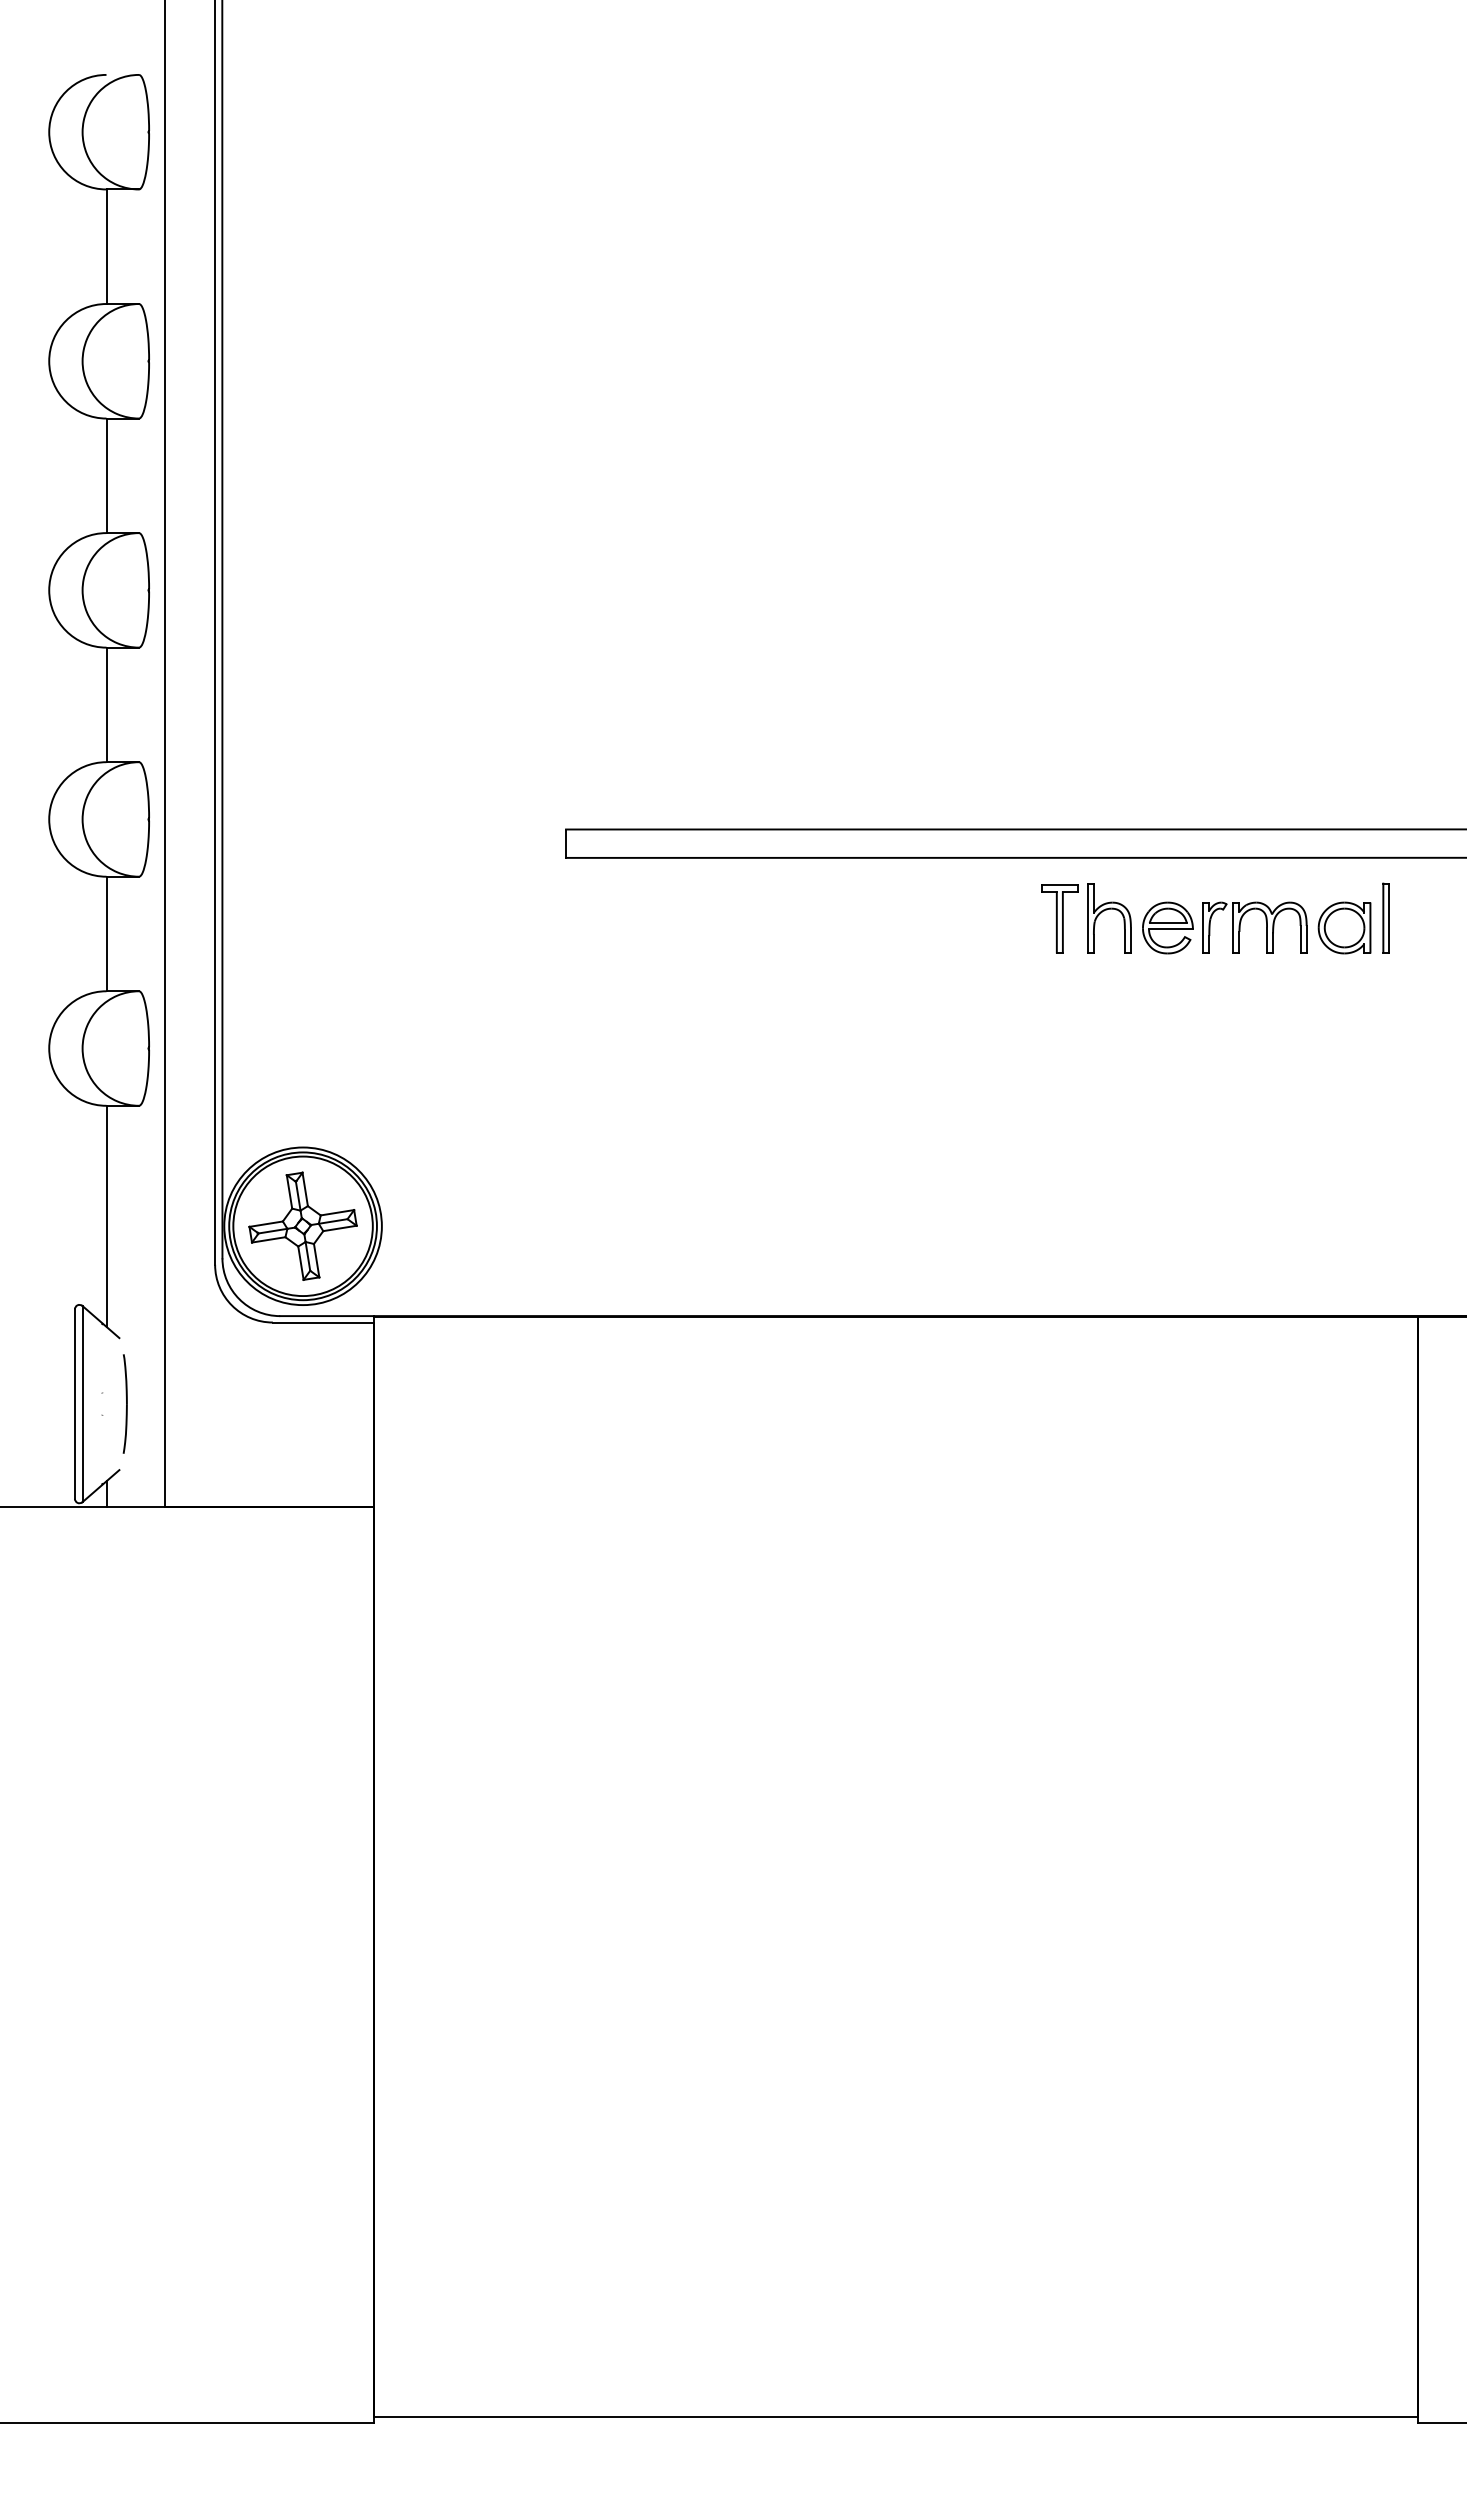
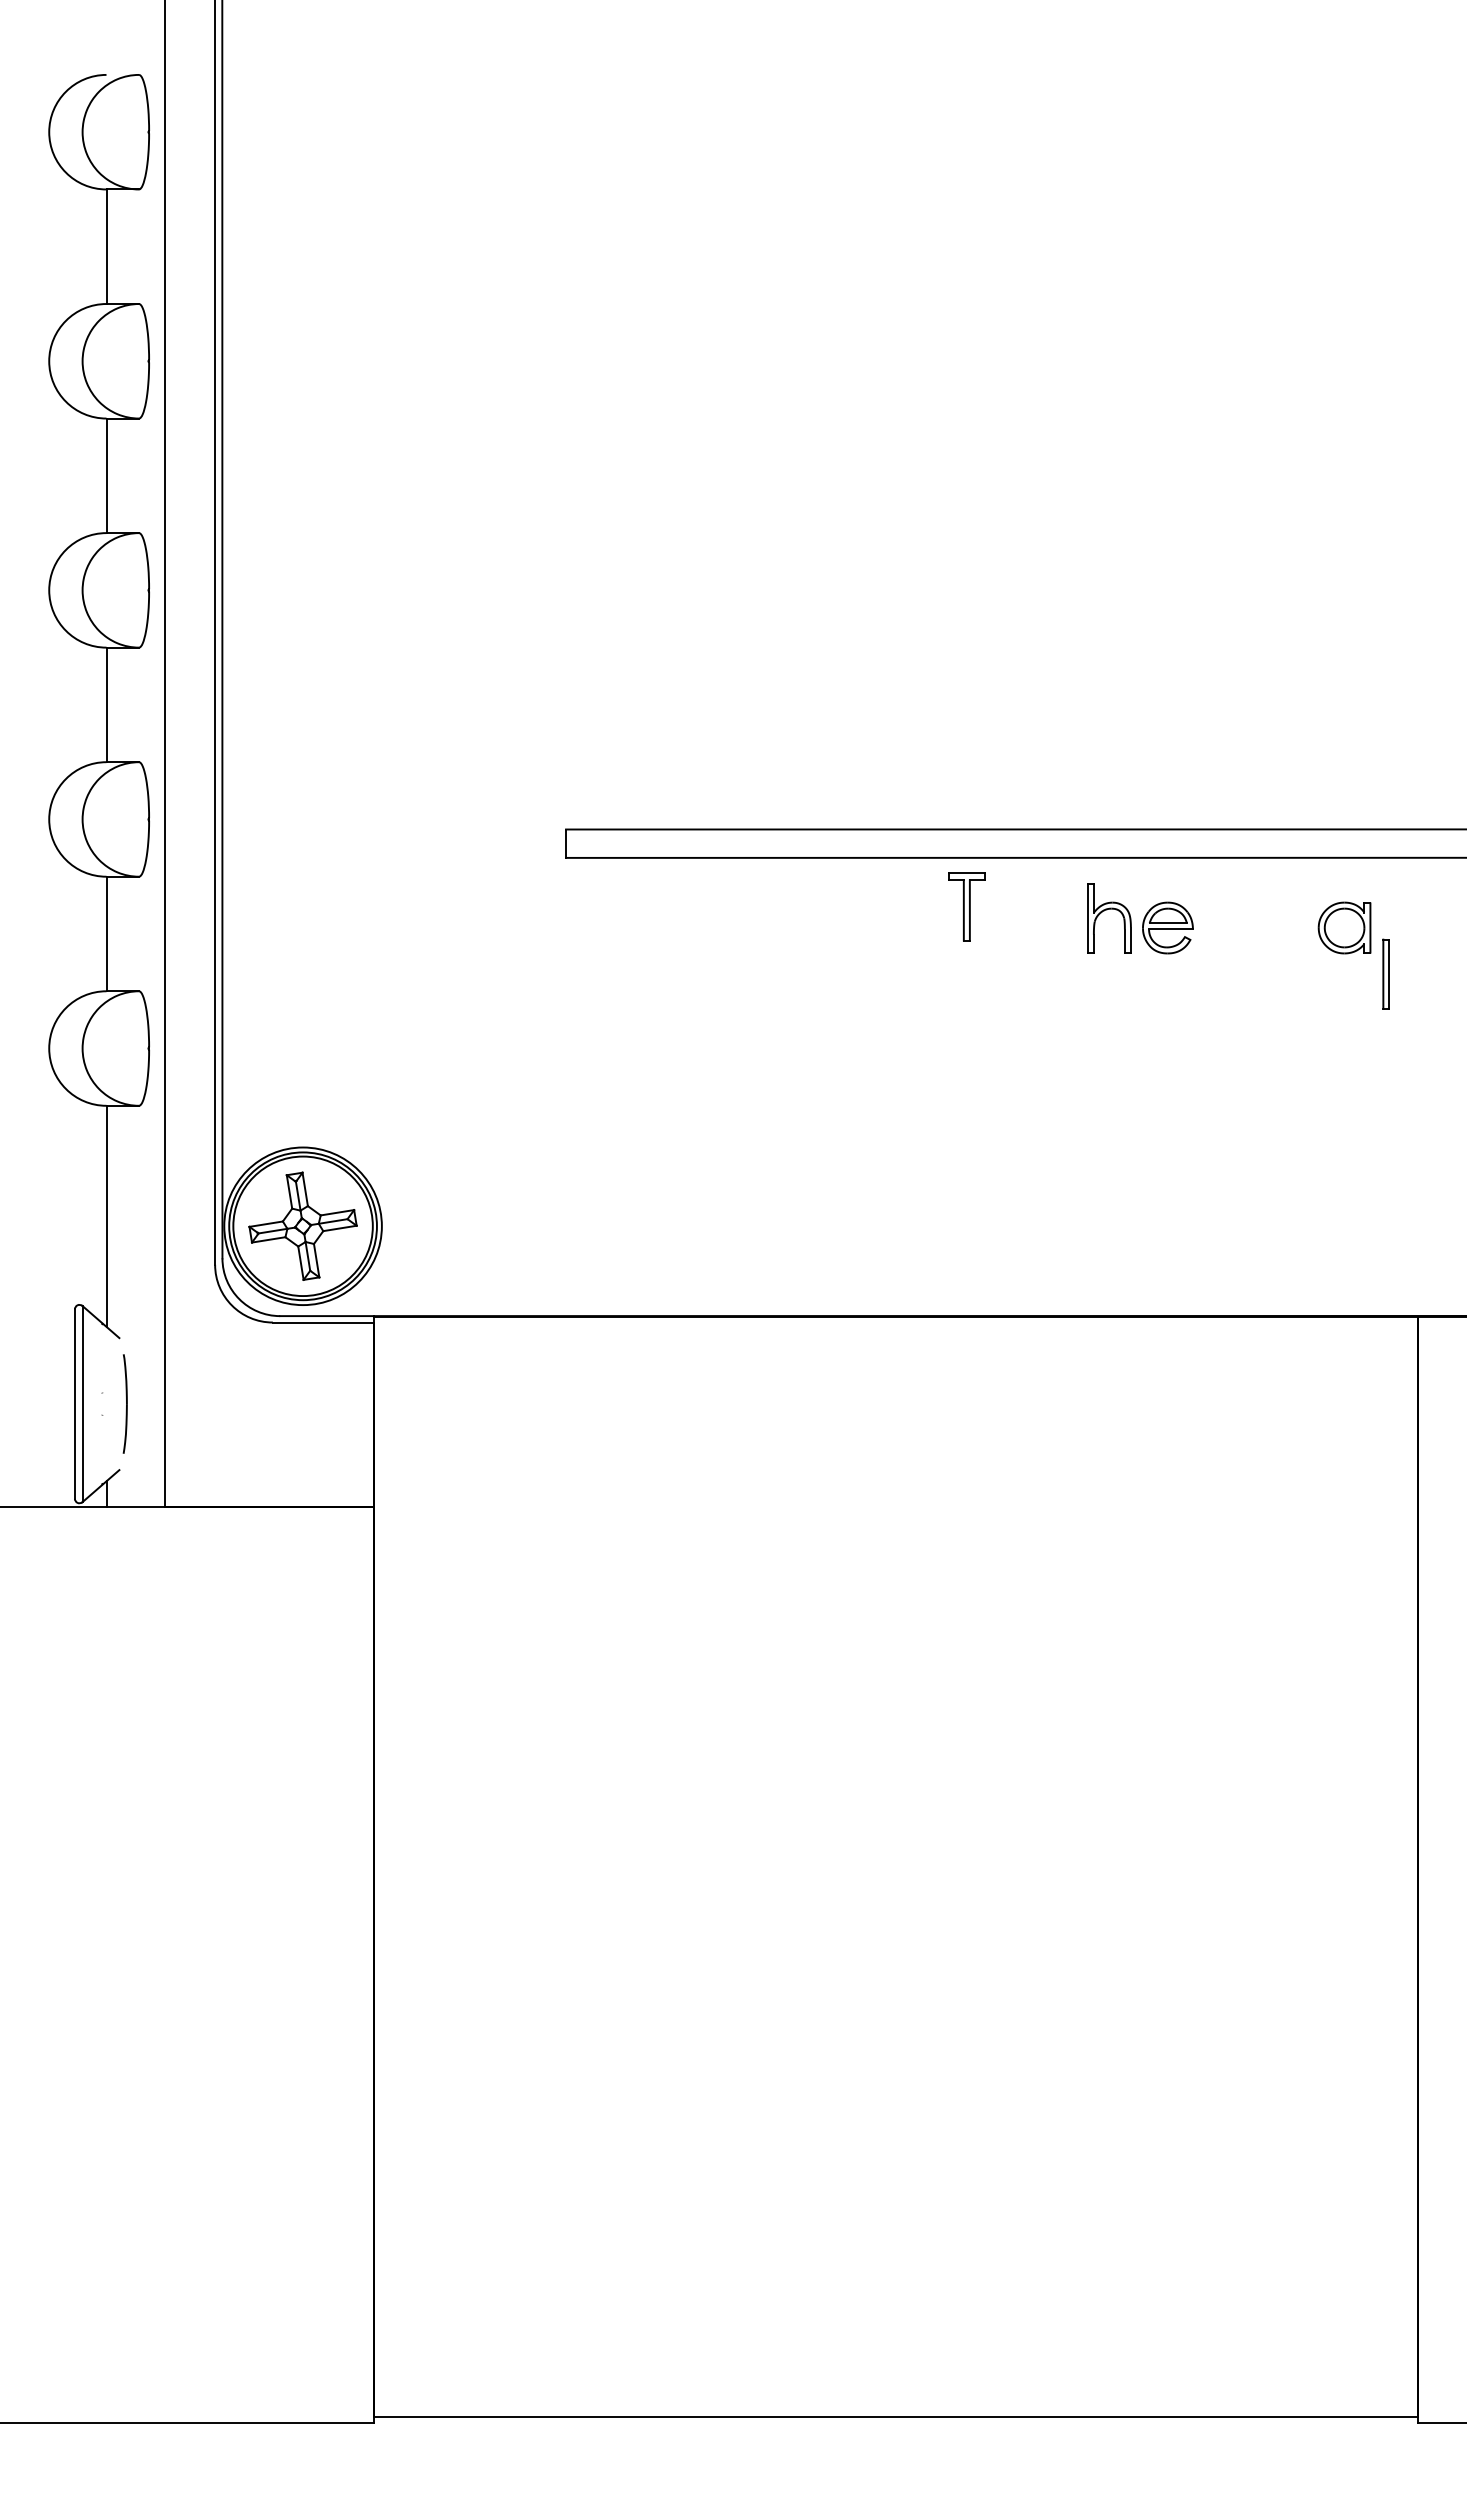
part at (1385, 917) position: (1385, 917) -> (1385, 973)
part at (1059, 918) position: (1059, 918) -> (966, 906)
part at (1266, 927): present -> none
